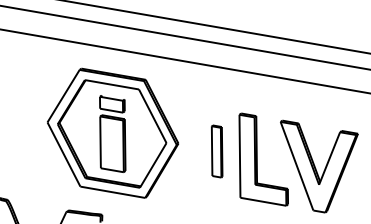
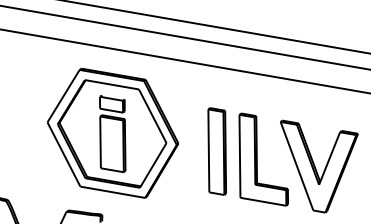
part at (217, 151) size: 13x55 px -> 20x89 px
